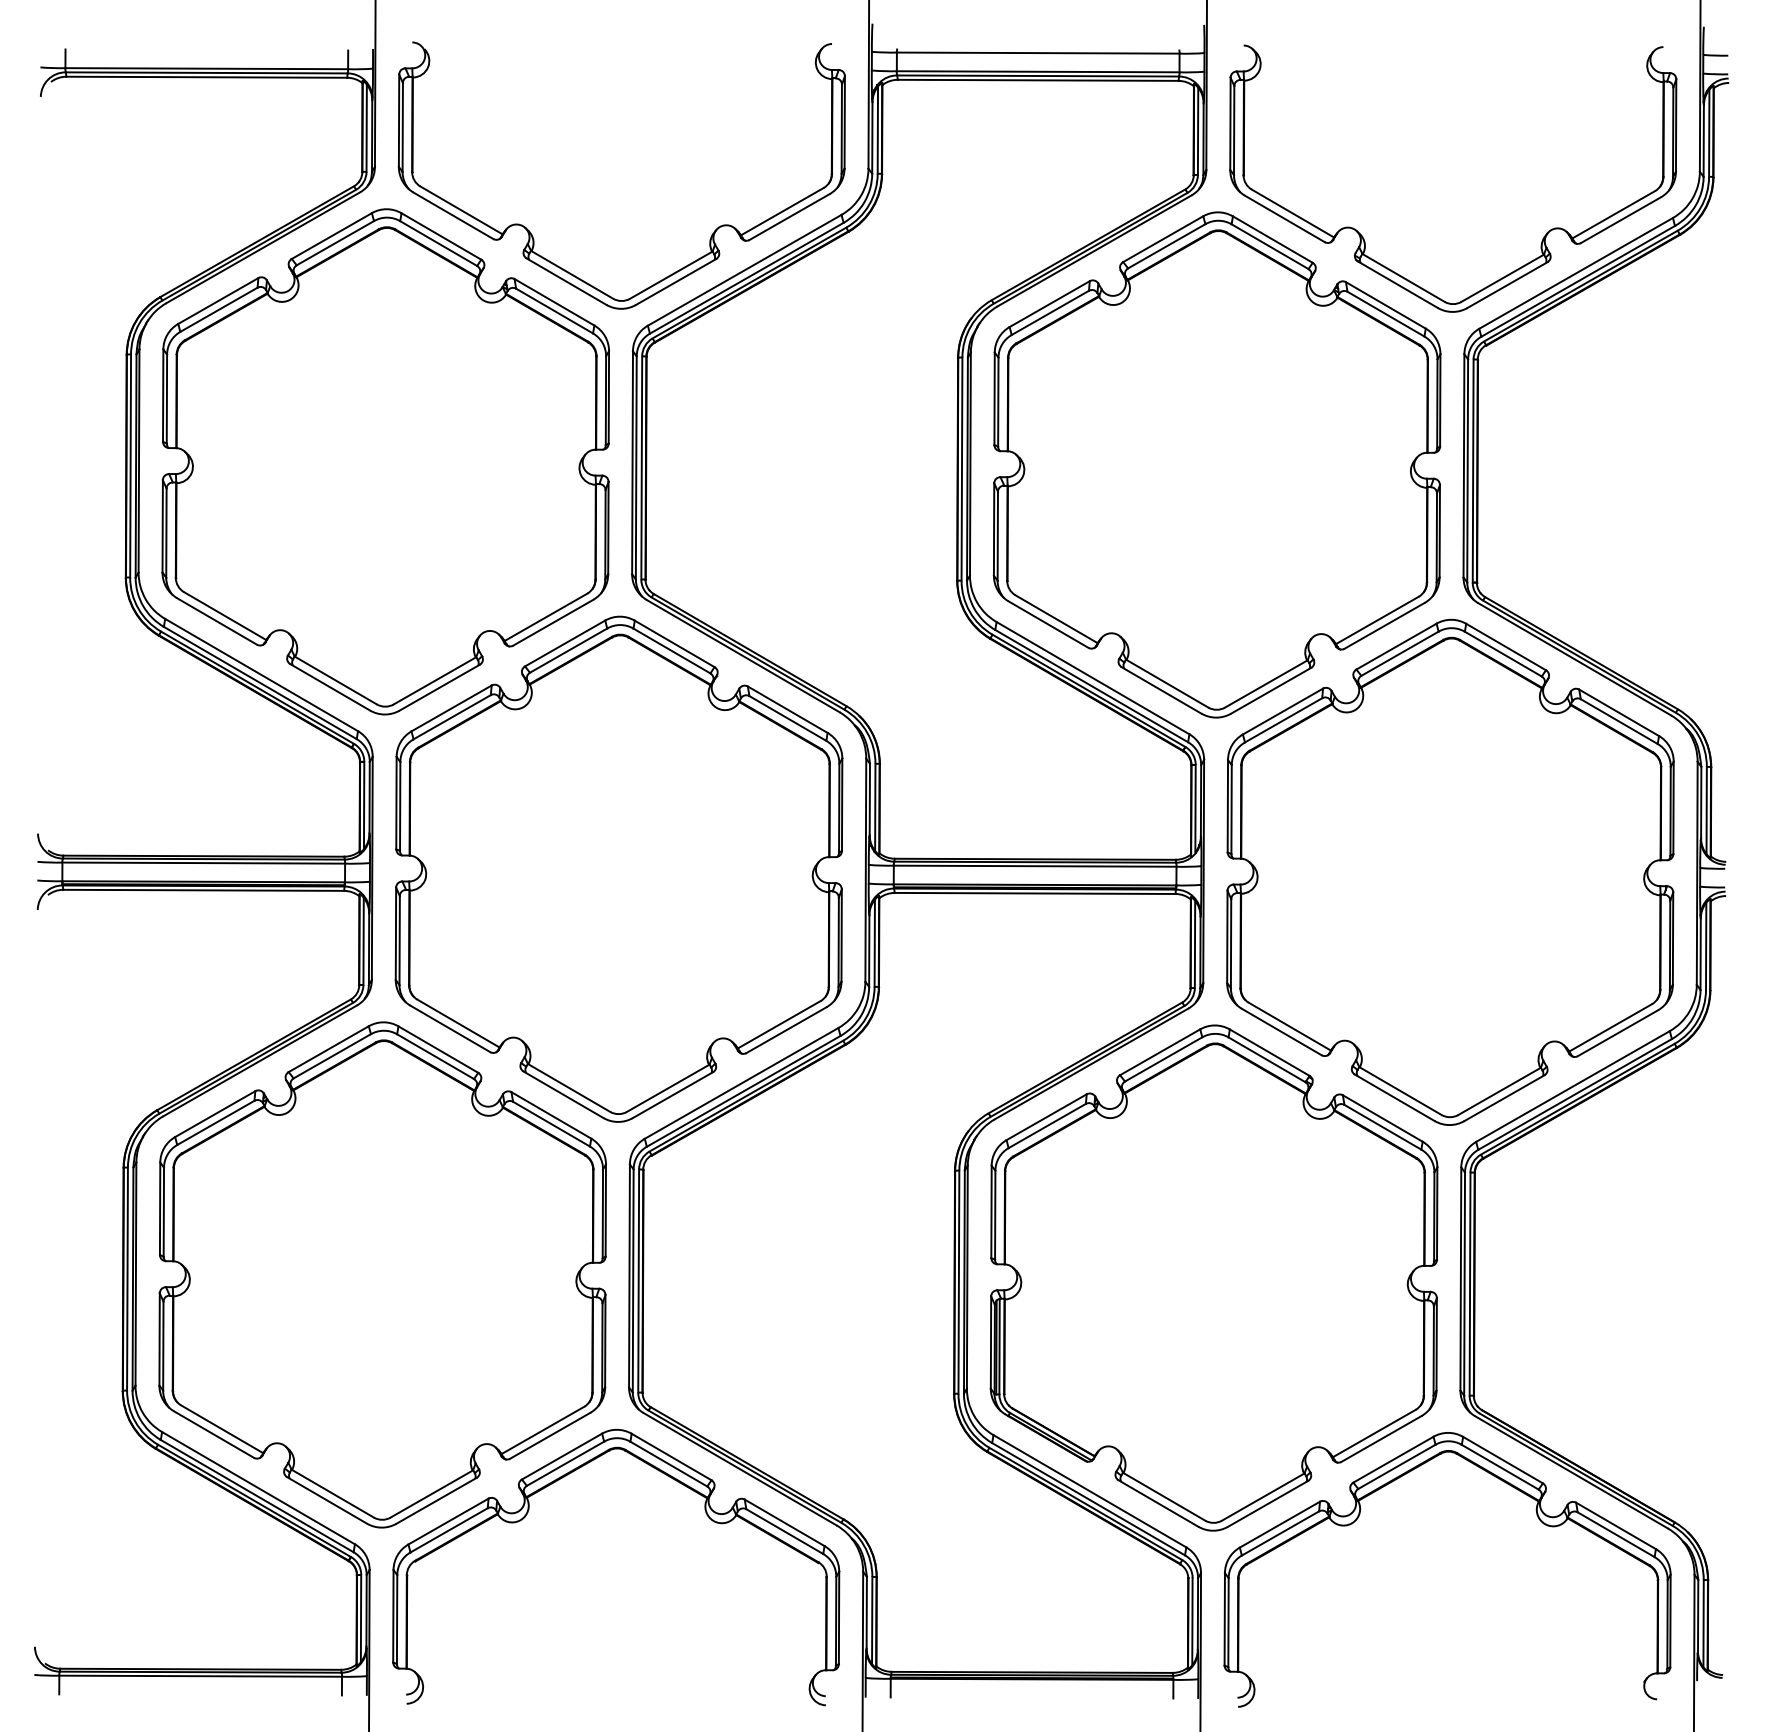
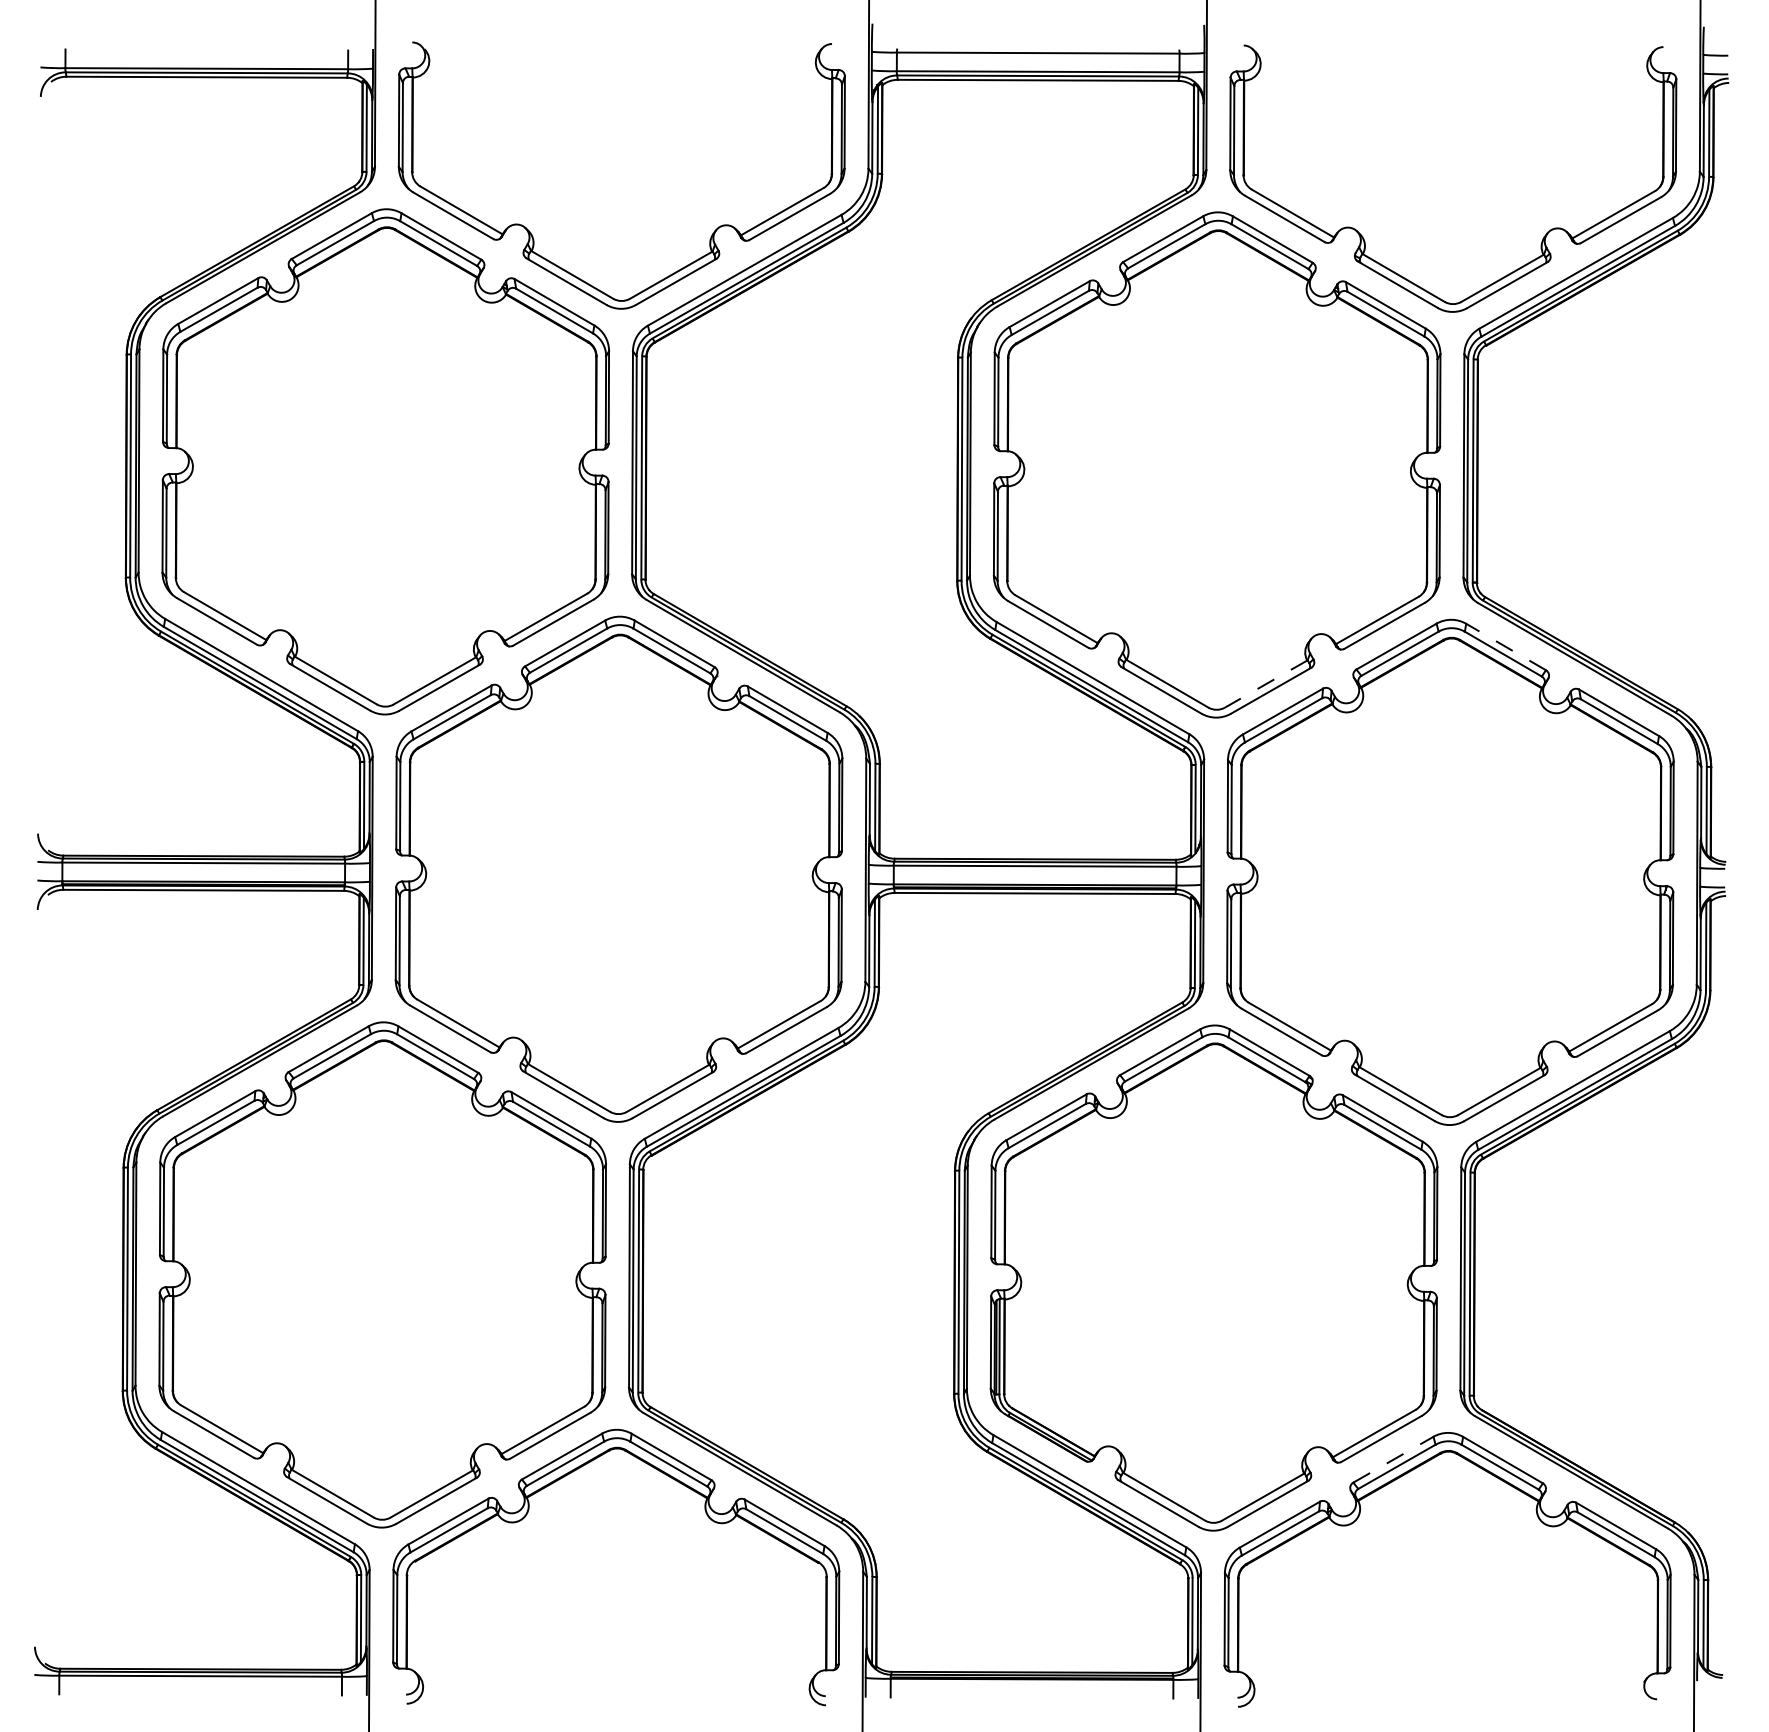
line at (1505, 646): solid -> dashed
line at (1266, 683): solid -> dashed
line at (1393, 1459): solid -> dashed
